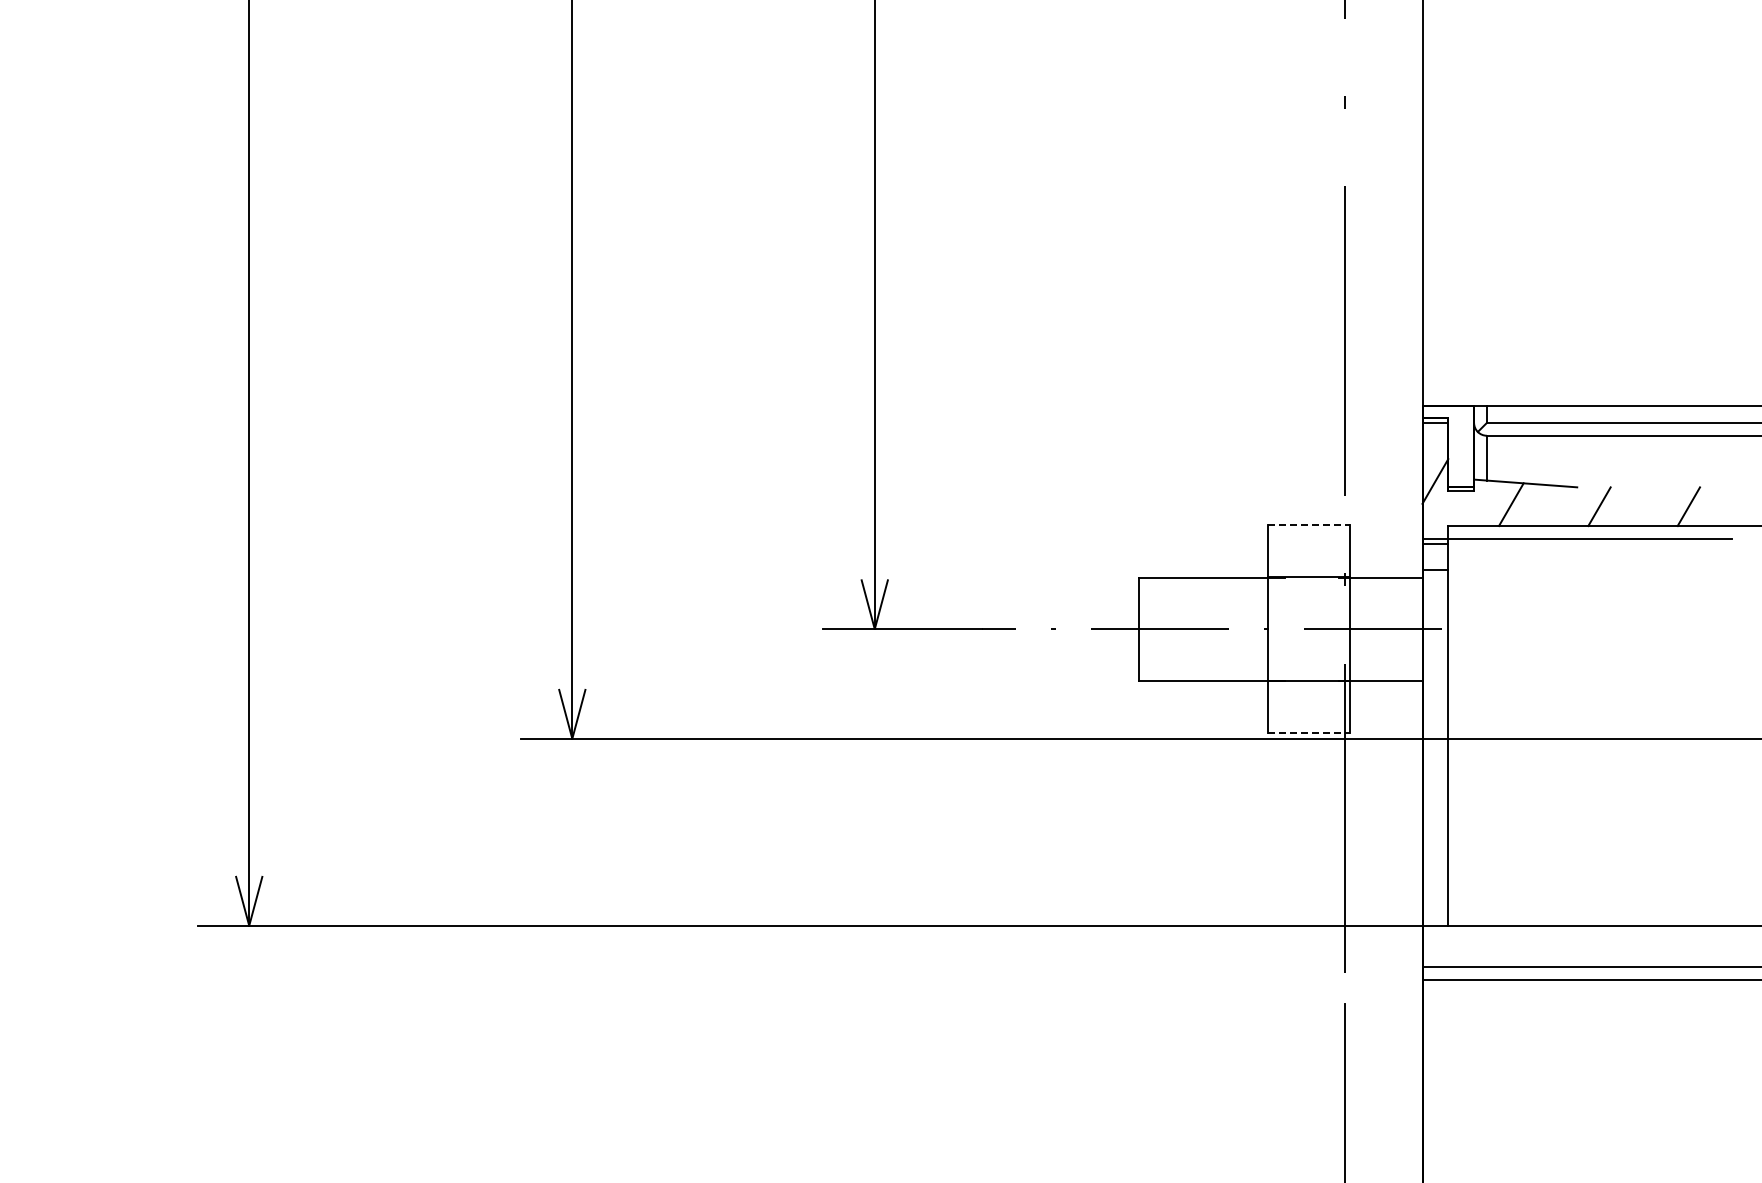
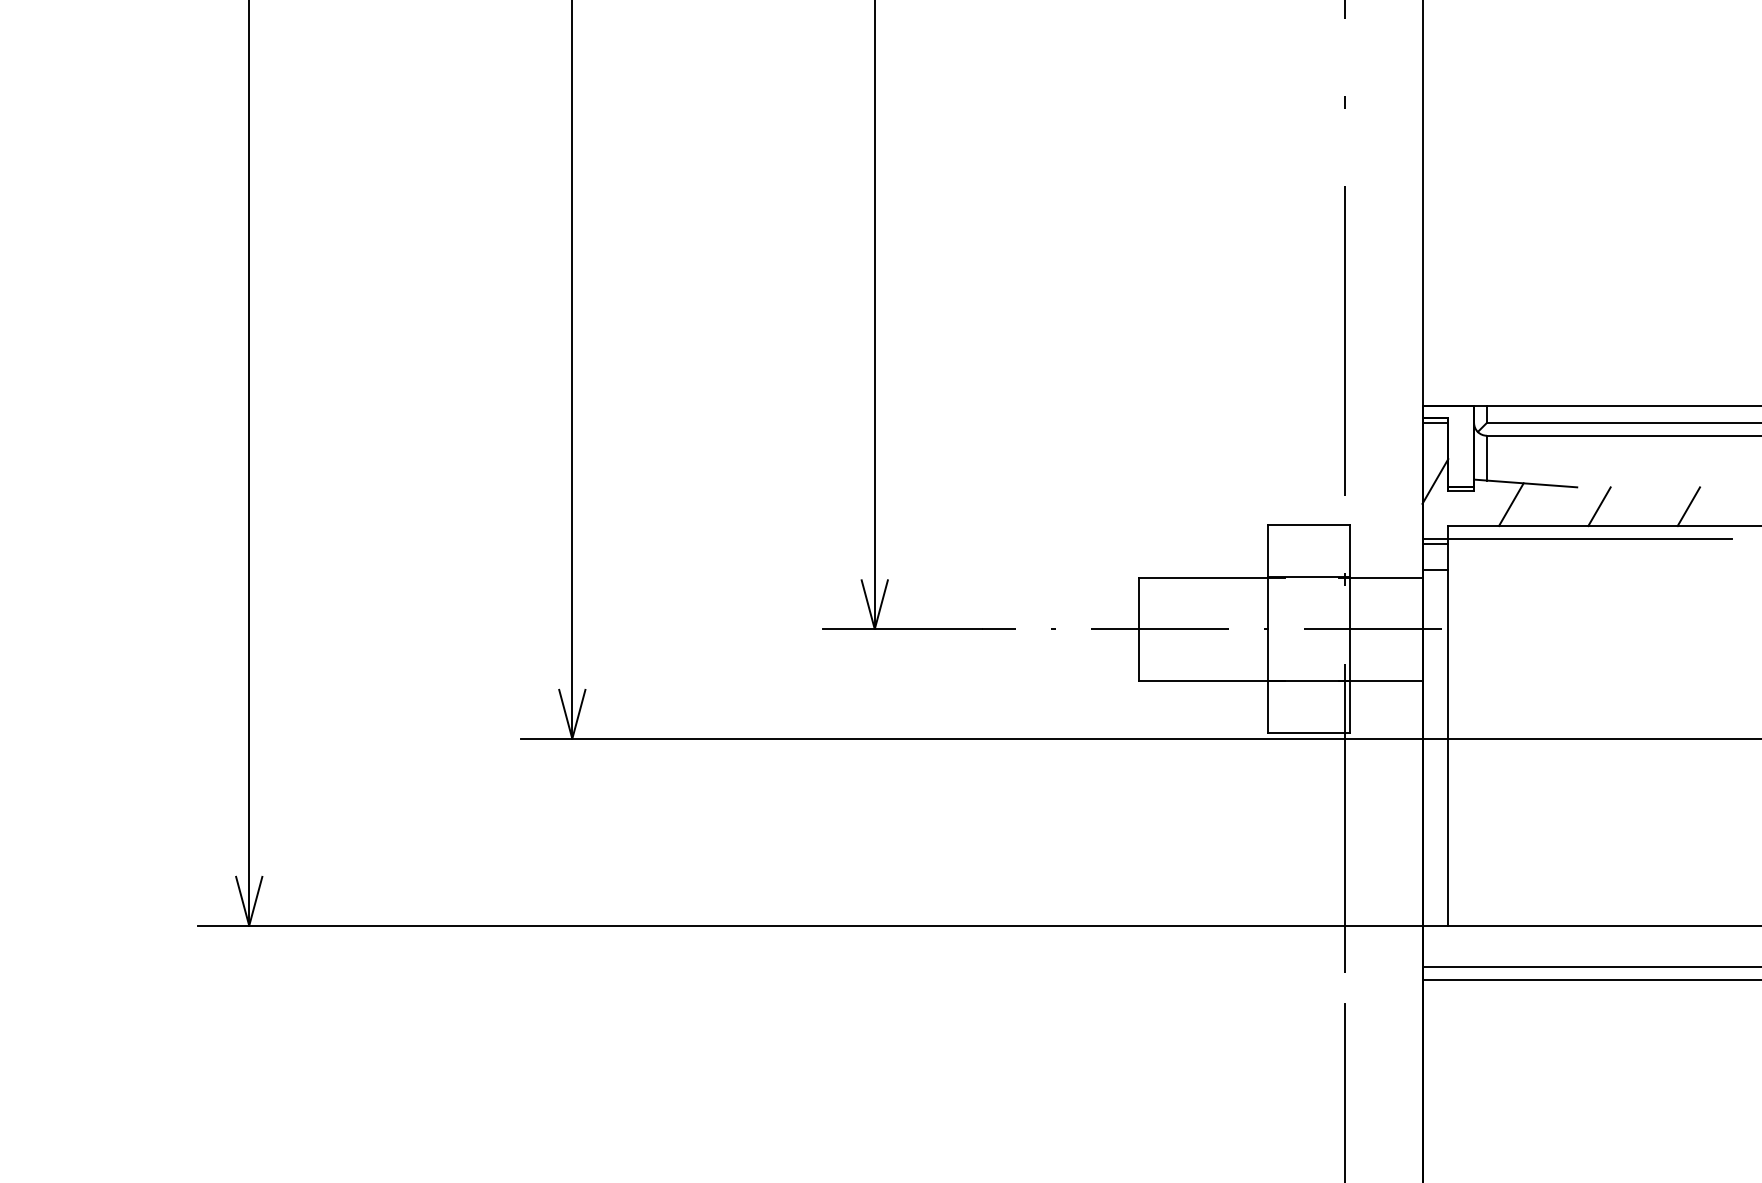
line at (1309, 524): dashed -> solid
line at (1309, 733): dashed -> solid
